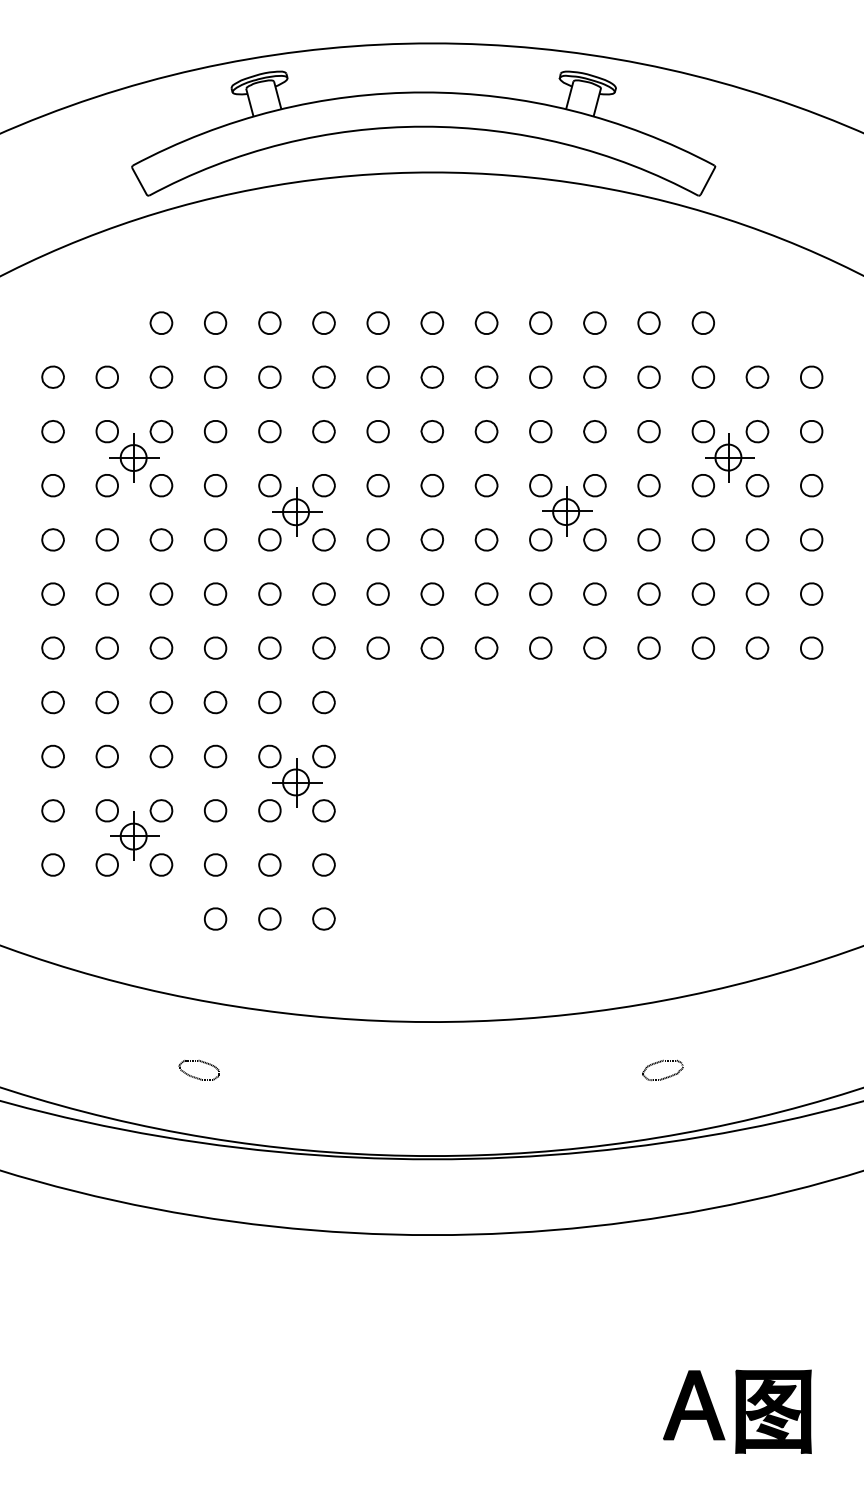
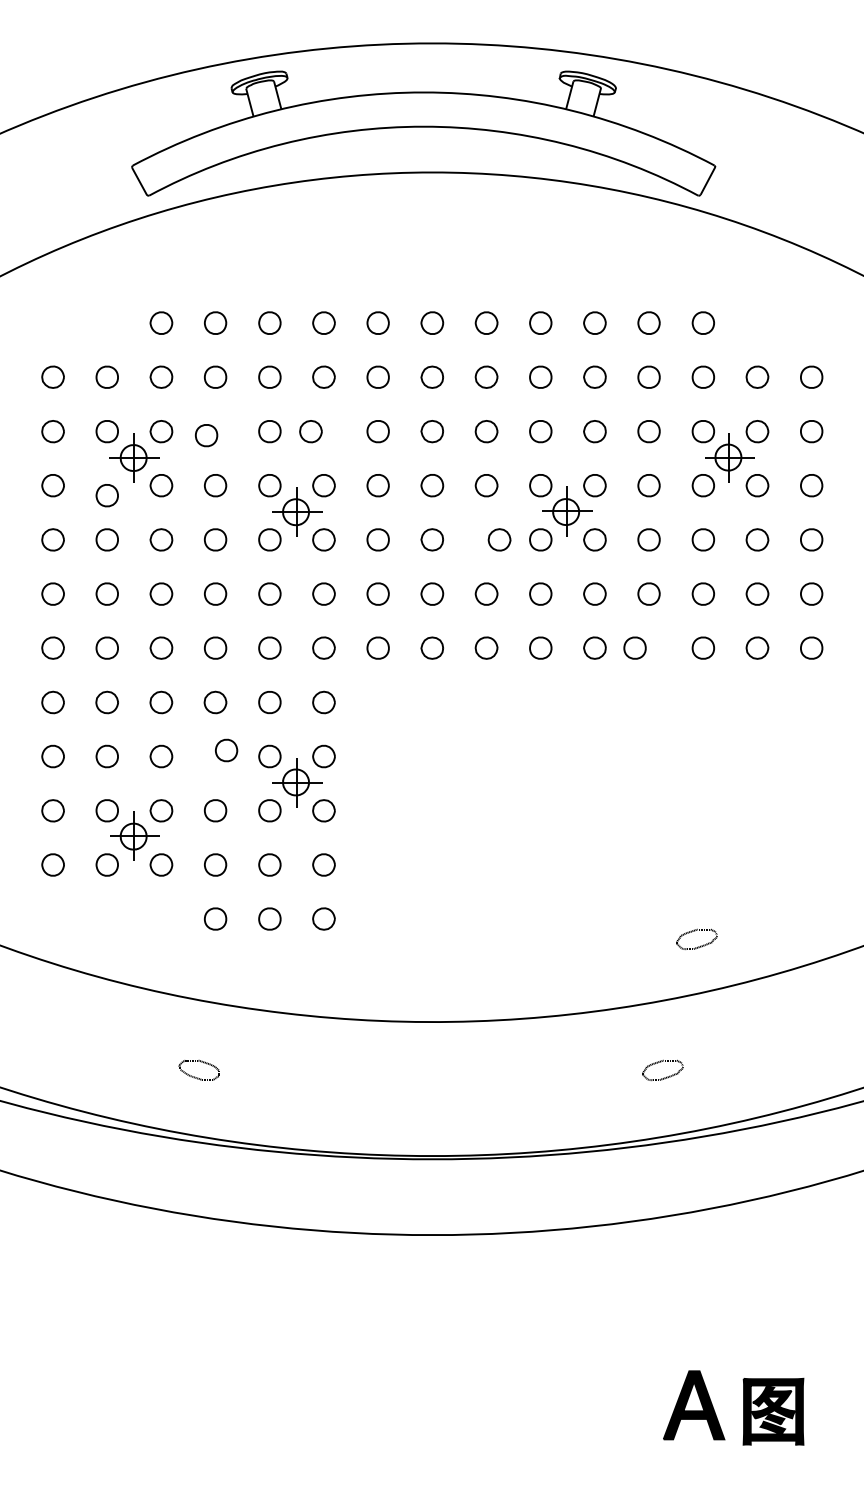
part at (215, 431) position: (215, 431) -> (206, 435)
part at (323, 431) position: (323, 431) -> (310, 431)
part at (106, 485) position: (106, 485) -> (106, 495)
part at (486, 539) position: (486, 539) -> (499, 539)
part at (648, 647) position: (648, 647) -> (634, 647)
part at (215, 756) position: (215, 756) -> (226, 750)
part at (695, 931): none -> present
part at (773, 1411) size: 77x85 px -> 63x69 px
